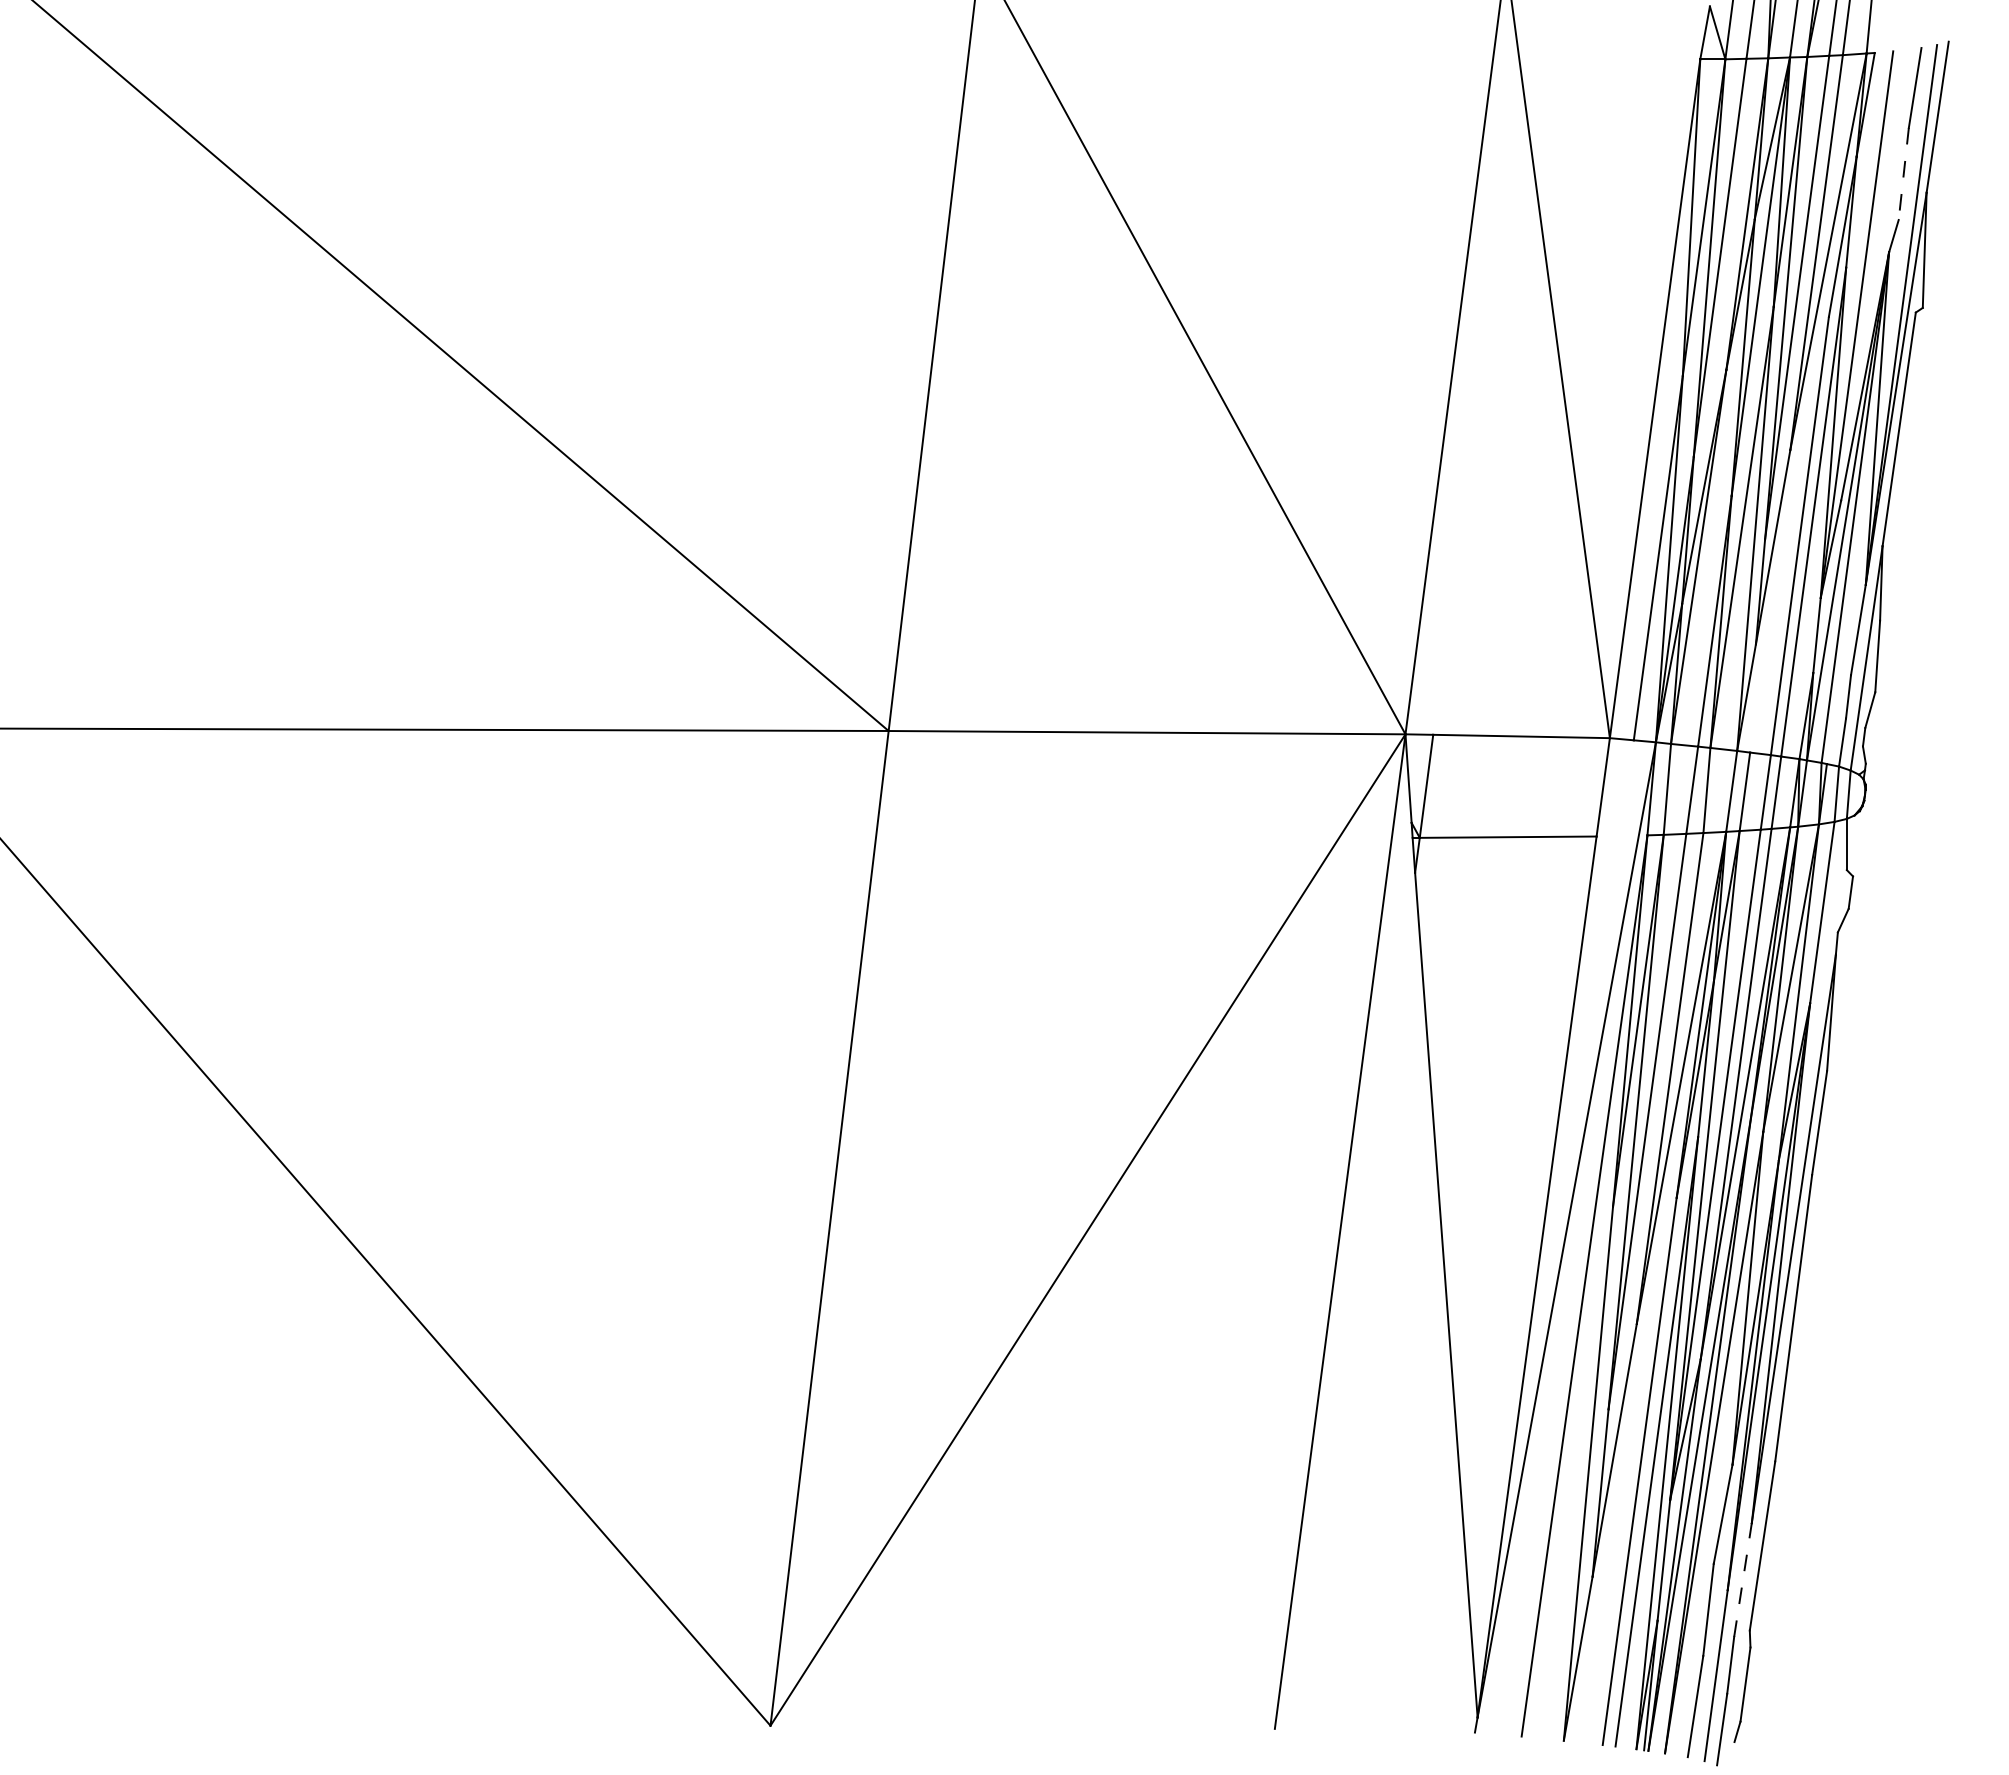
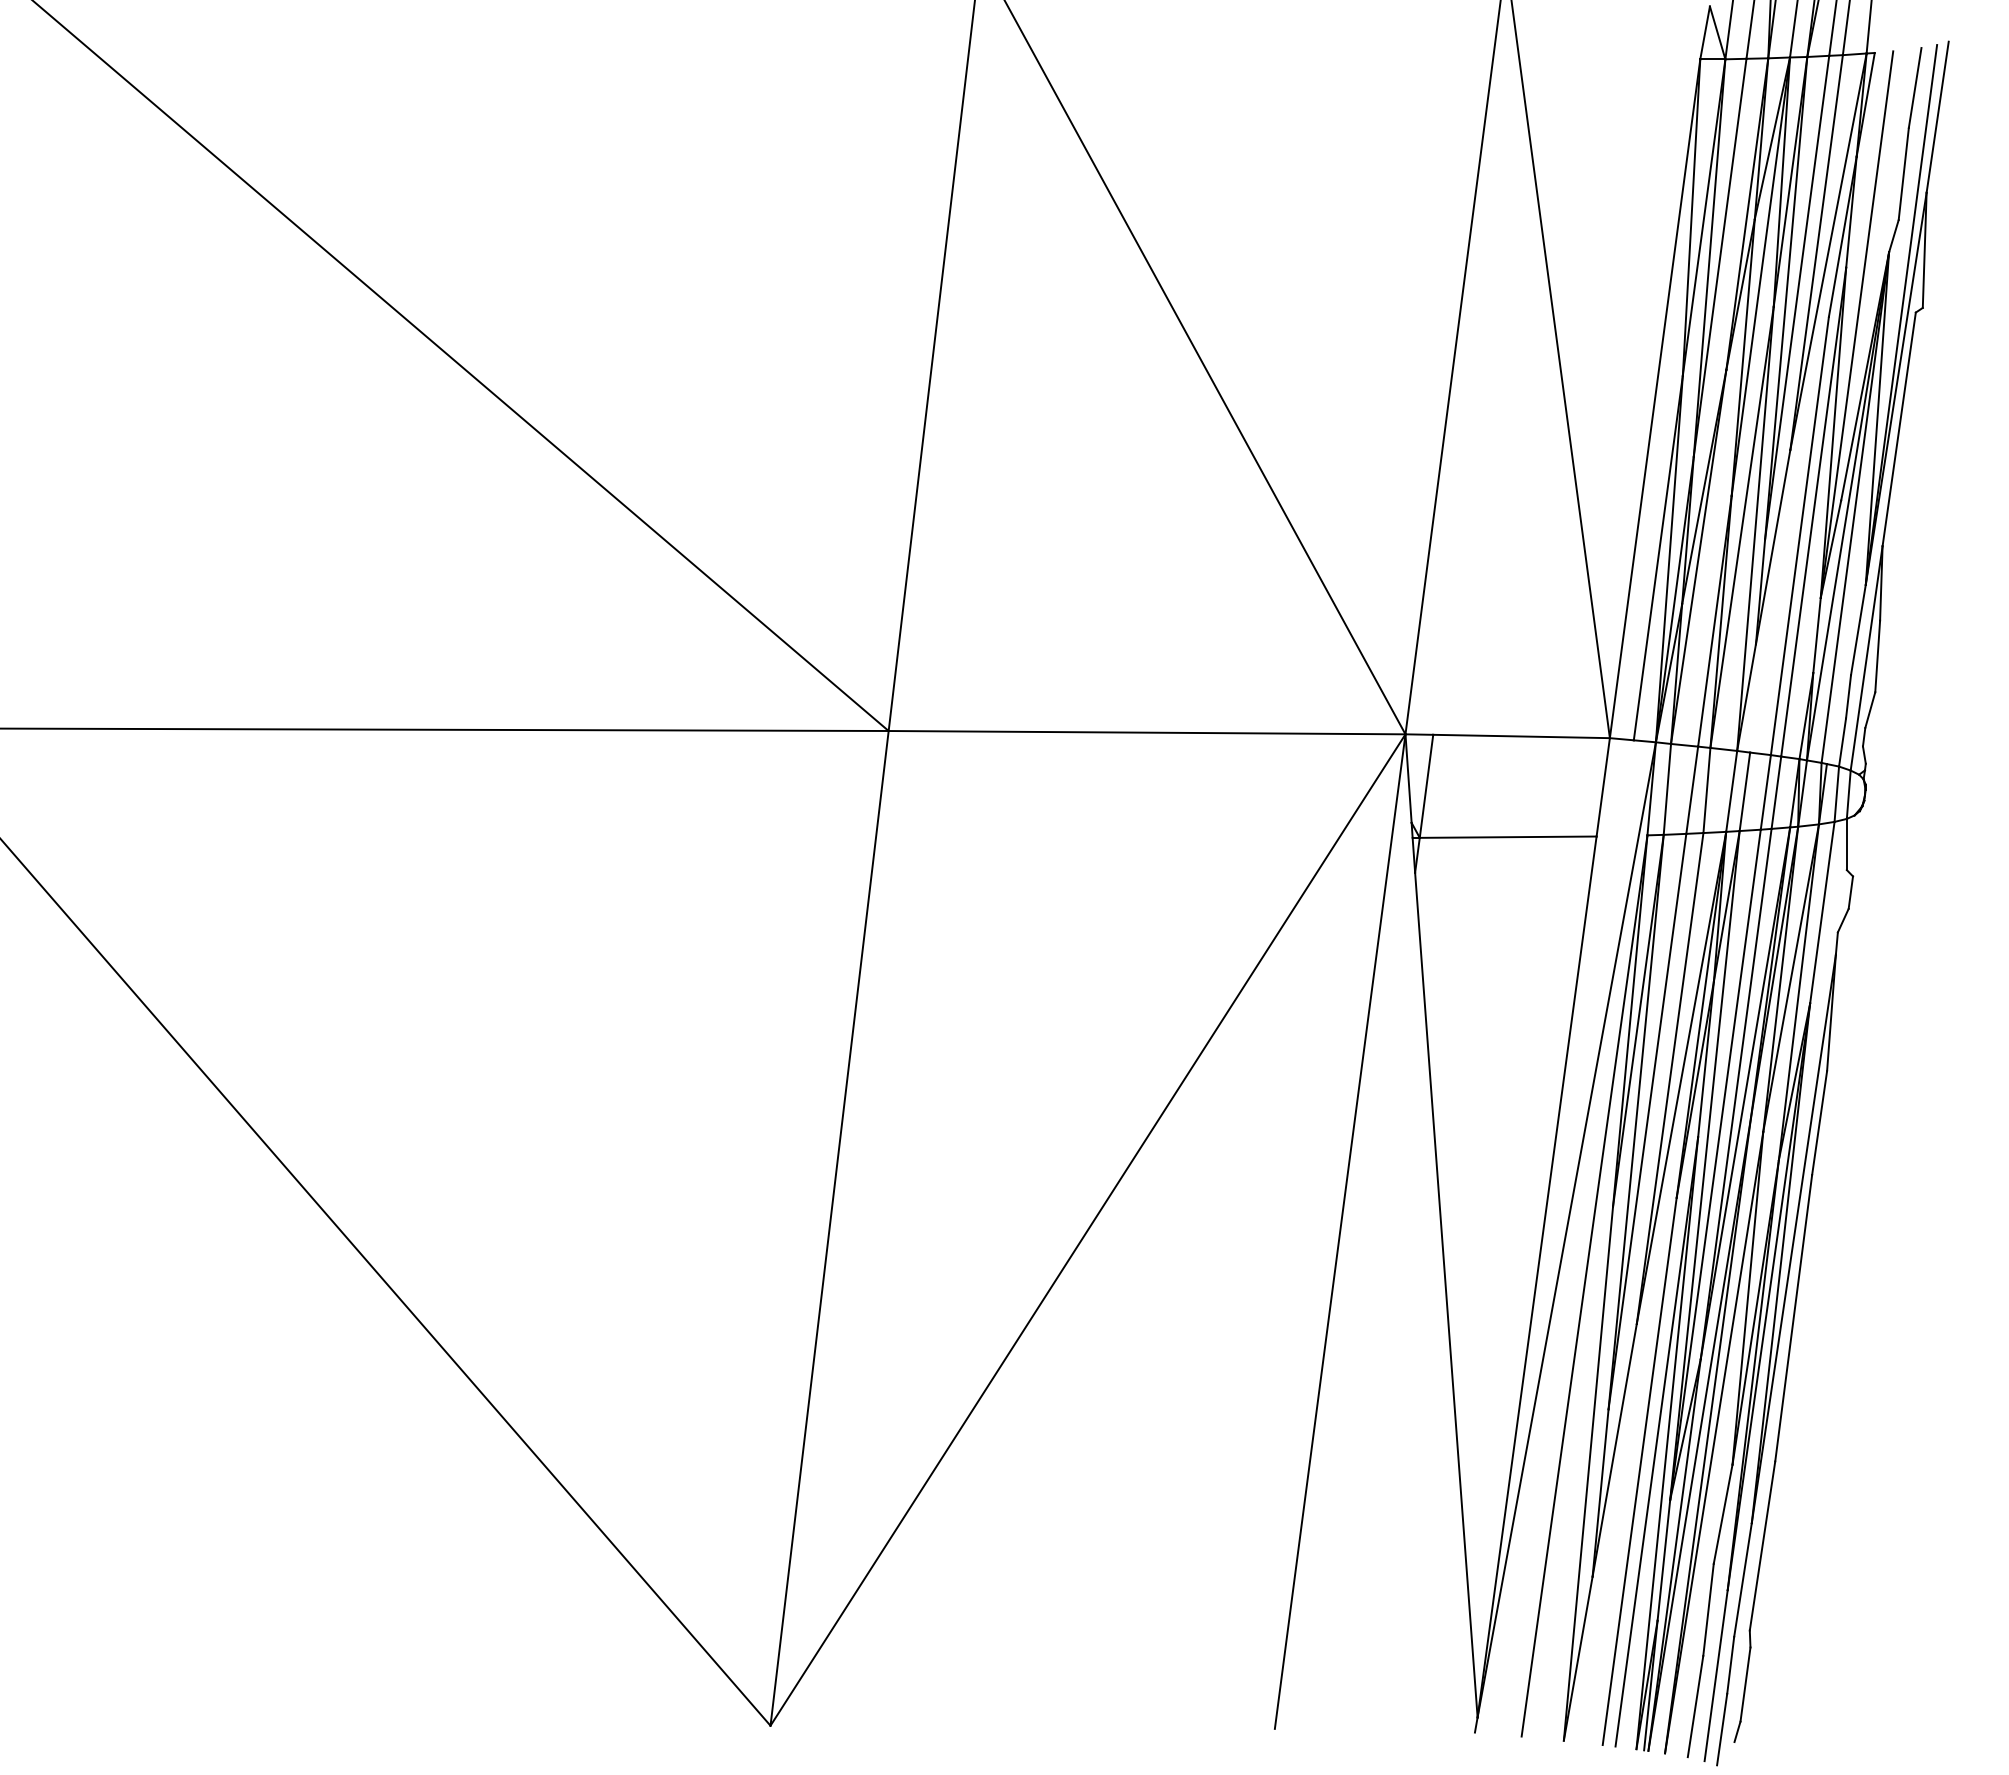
line at (1903, 174): dashed -> solid
line at (1743, 1580): dashed -> solid
